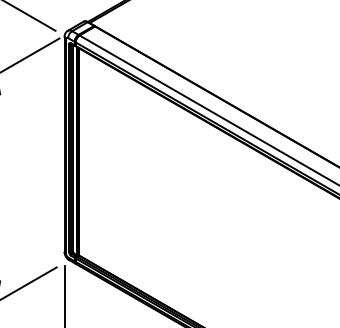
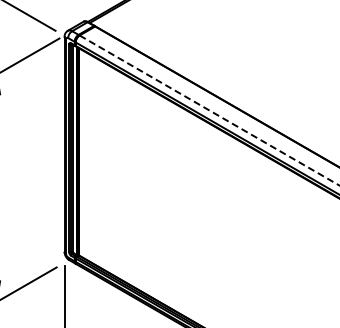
line at (210, 110): solid -> dashed
